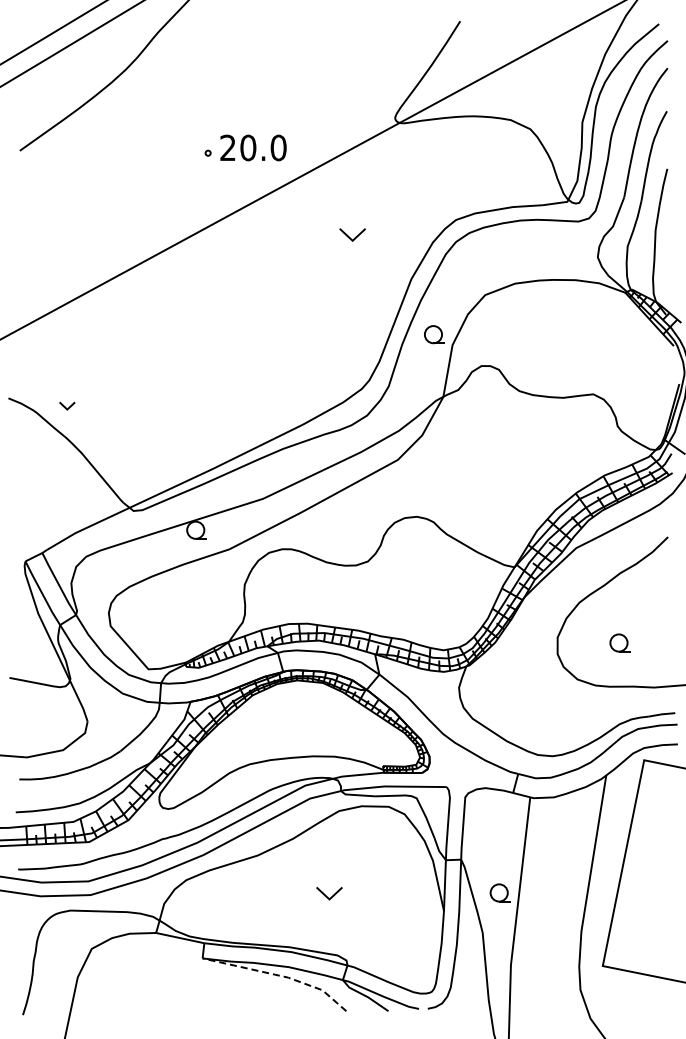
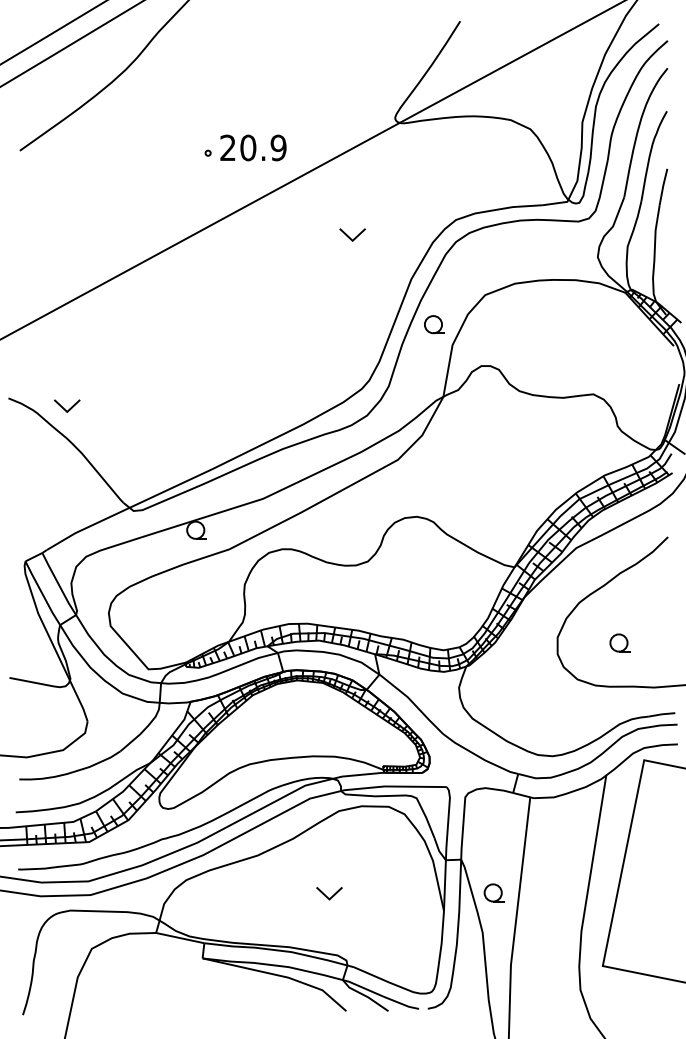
text at (278, 148): 20.0 -> 20.9
part at (434, 334) position: (434, 334) -> (434, 324)
part at (67, 405) size: 17x10 px -> 27x14 px
part at (499, 892) position: (499, 892) -> (493, 892)
line at (279, 975): dashed -> solid
